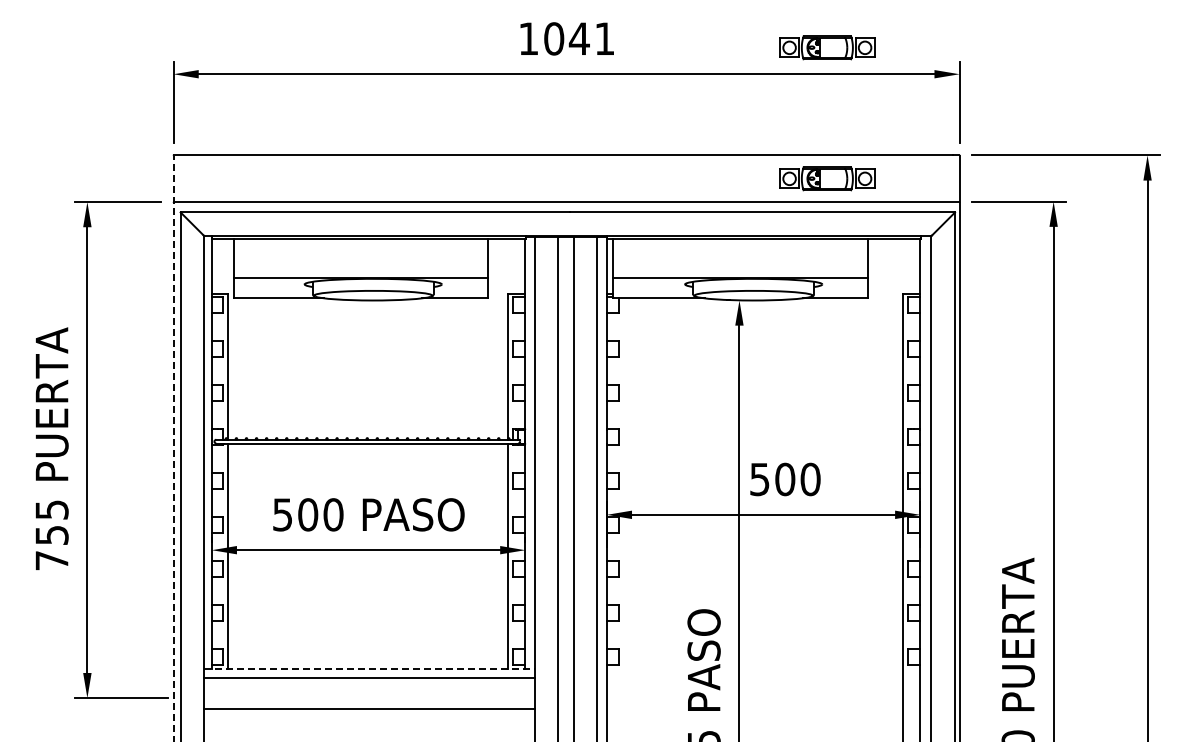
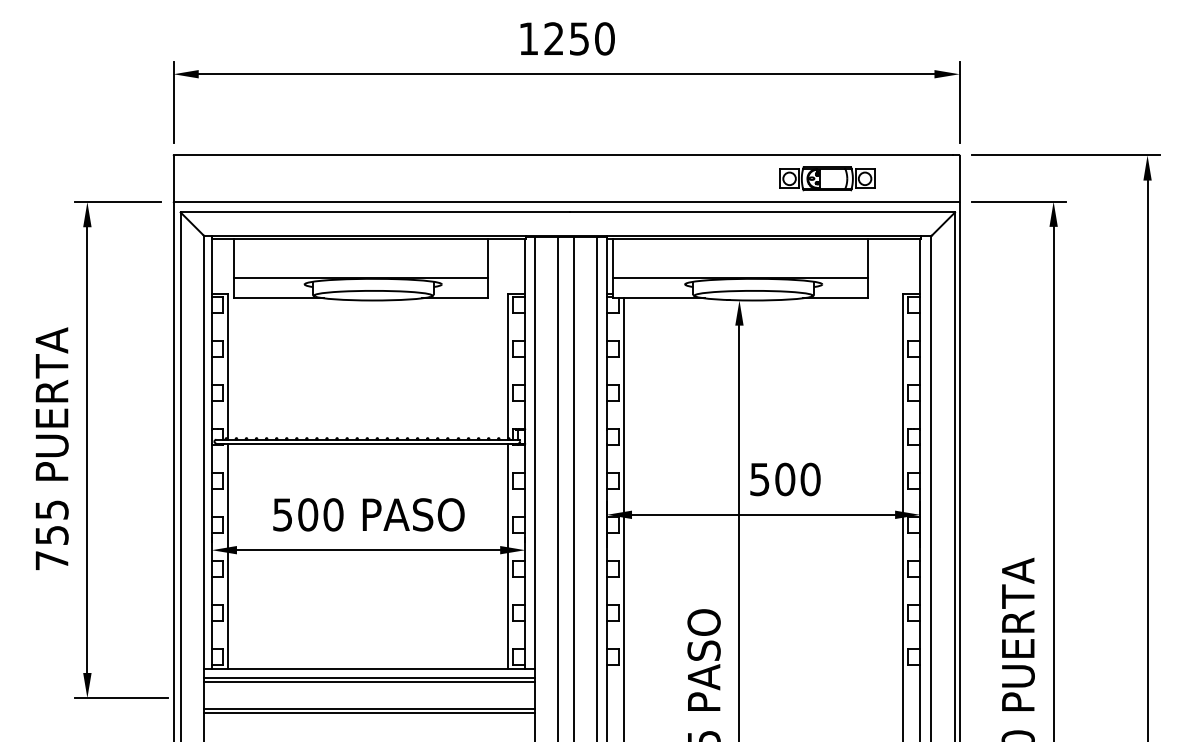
text at (579, 38): 1041 -> 1250
part at (827, 47): present -> none
line at (173, 448): dashed -> solid
line at (624, 518): none -> present
line at (370, 668): dashed -> solid
line at (369, 681): none -> present
line at (369, 712): none -> present
